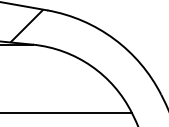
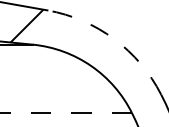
arc at (114, 39): solid -> dashed
line at (66, 113): solid -> dashed
